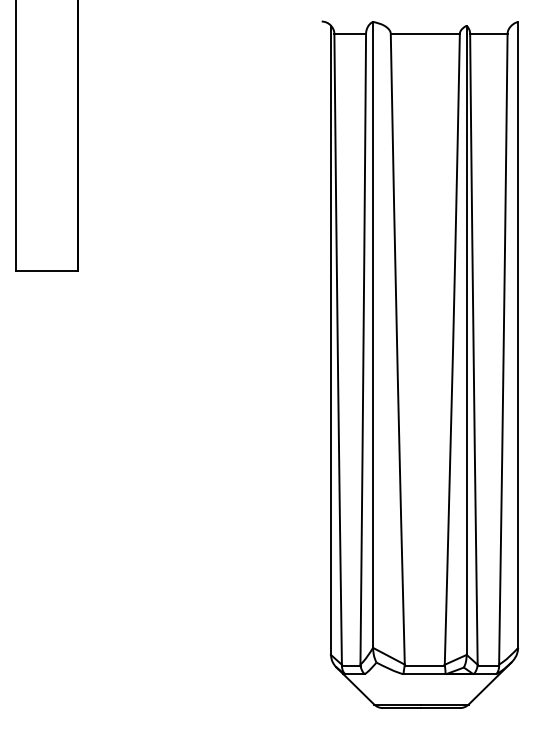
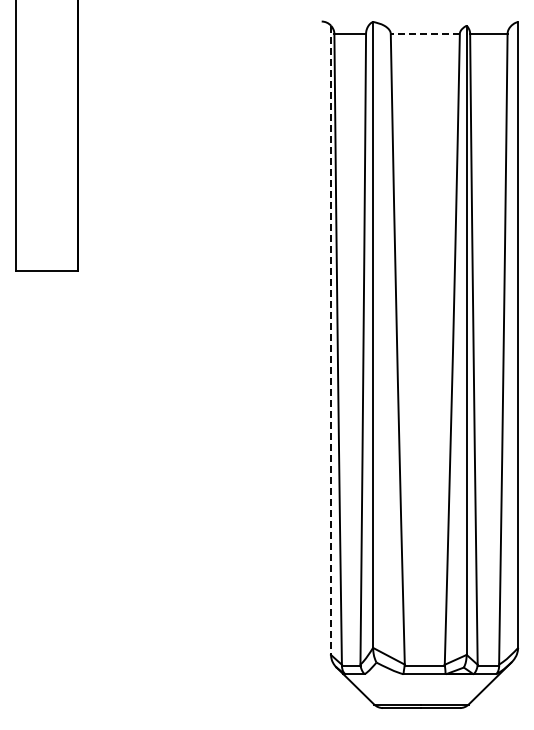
line at (425, 33): solid -> dashed
line at (330, 340): solid -> dashed
